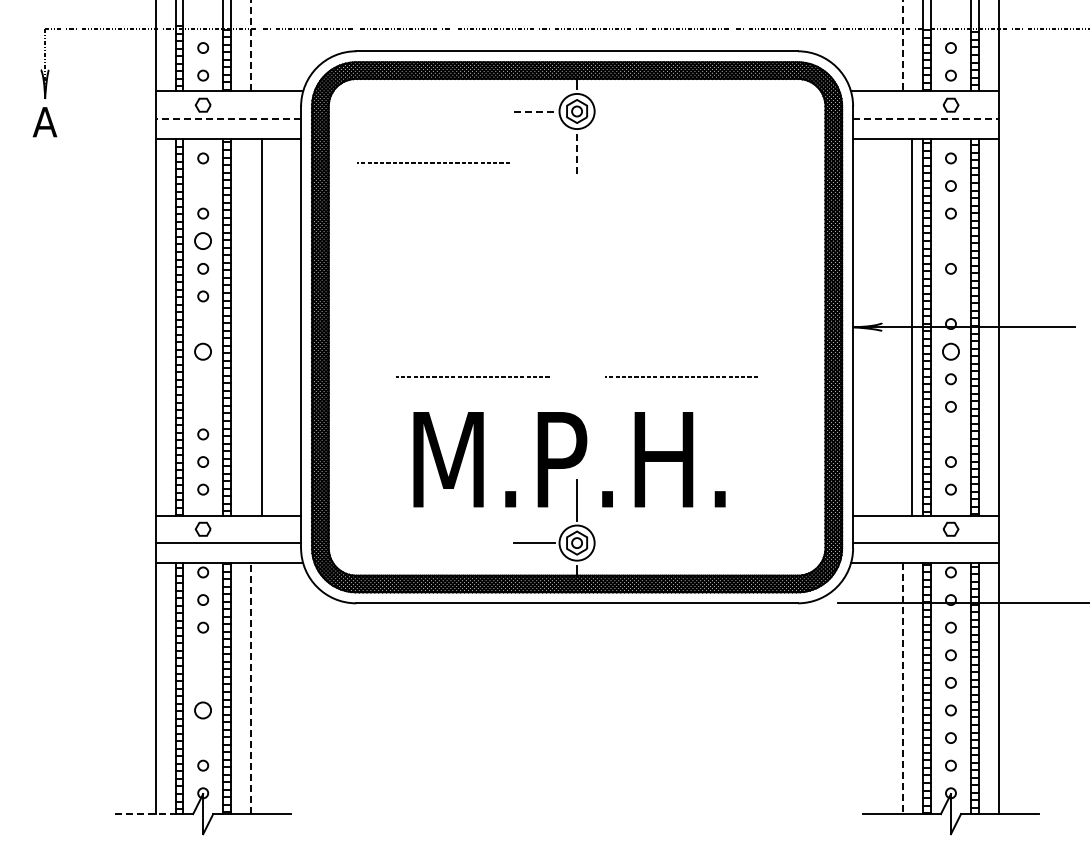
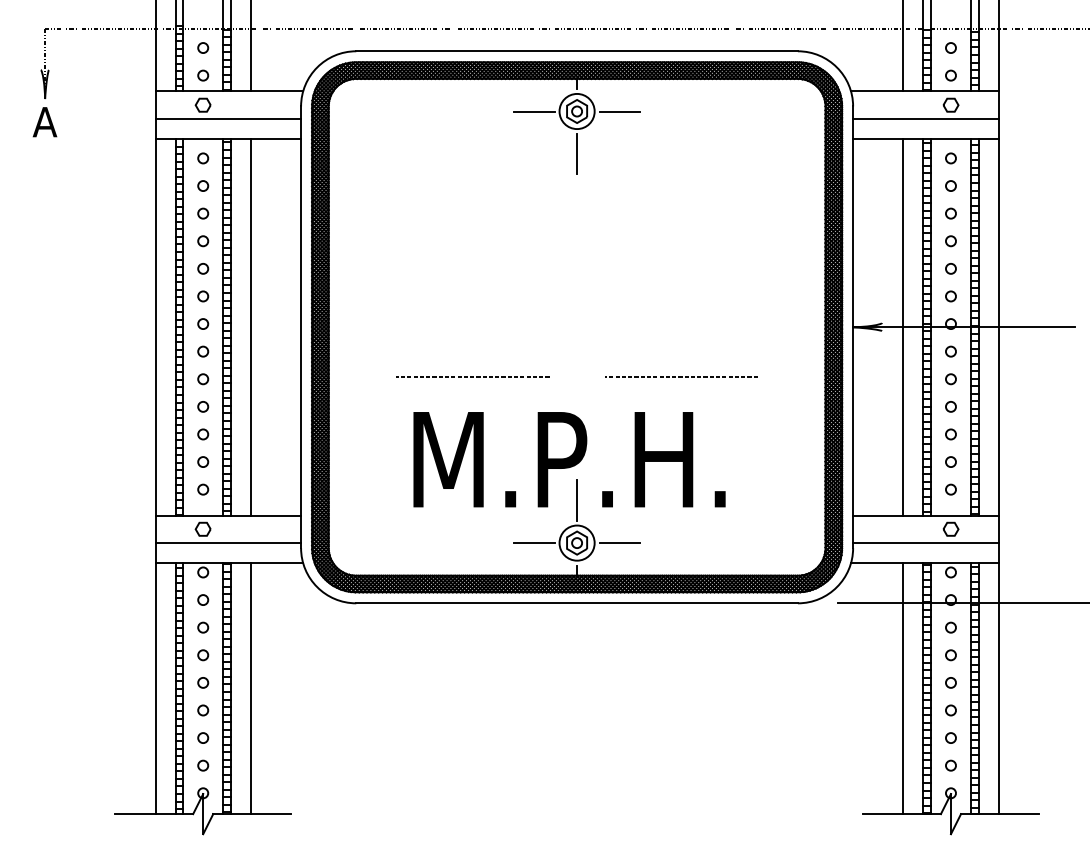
line at (250, 45): dashed -> solid
line at (903, 46): dashed -> solid
line at (534, 111): dashed -> solid
line at (619, 111): none -> present
line at (228, 119): dashed -> solid
line at (925, 119): dashed -> solid
line at (577, 154): dashed -> solid
line at (433, 162): present -> none
circle at (203, 185): none -> present
circle at (202, 240) size: 18x18 px -> 13x13 px
circle at (950, 241): none -> present
circle at (950, 296): none -> present
circle at (203, 323): none -> present
line at (261, 327) position: (261, 327) -> (250, 327)
line at (912, 327) position: (912, 327) -> (903, 327)
circle at (202, 351) size: 18x19 px -> 13x13 px
circle at (950, 351) size: 18x19 px -> 12x13 px
circle at (203, 379): none -> present
circle at (203, 406): none -> present
circle at (950, 434): none -> present
line at (619, 543): none -> present
circle at (203, 655): none -> present
circle at (203, 682): none -> present
line at (250, 688): dashed -> solid
line at (903, 689): dashed -> solid
circle at (202, 710) size: 18x19 px -> 13x13 px
circle at (203, 737): none -> present
line at (146, 814): dashed -> solid
